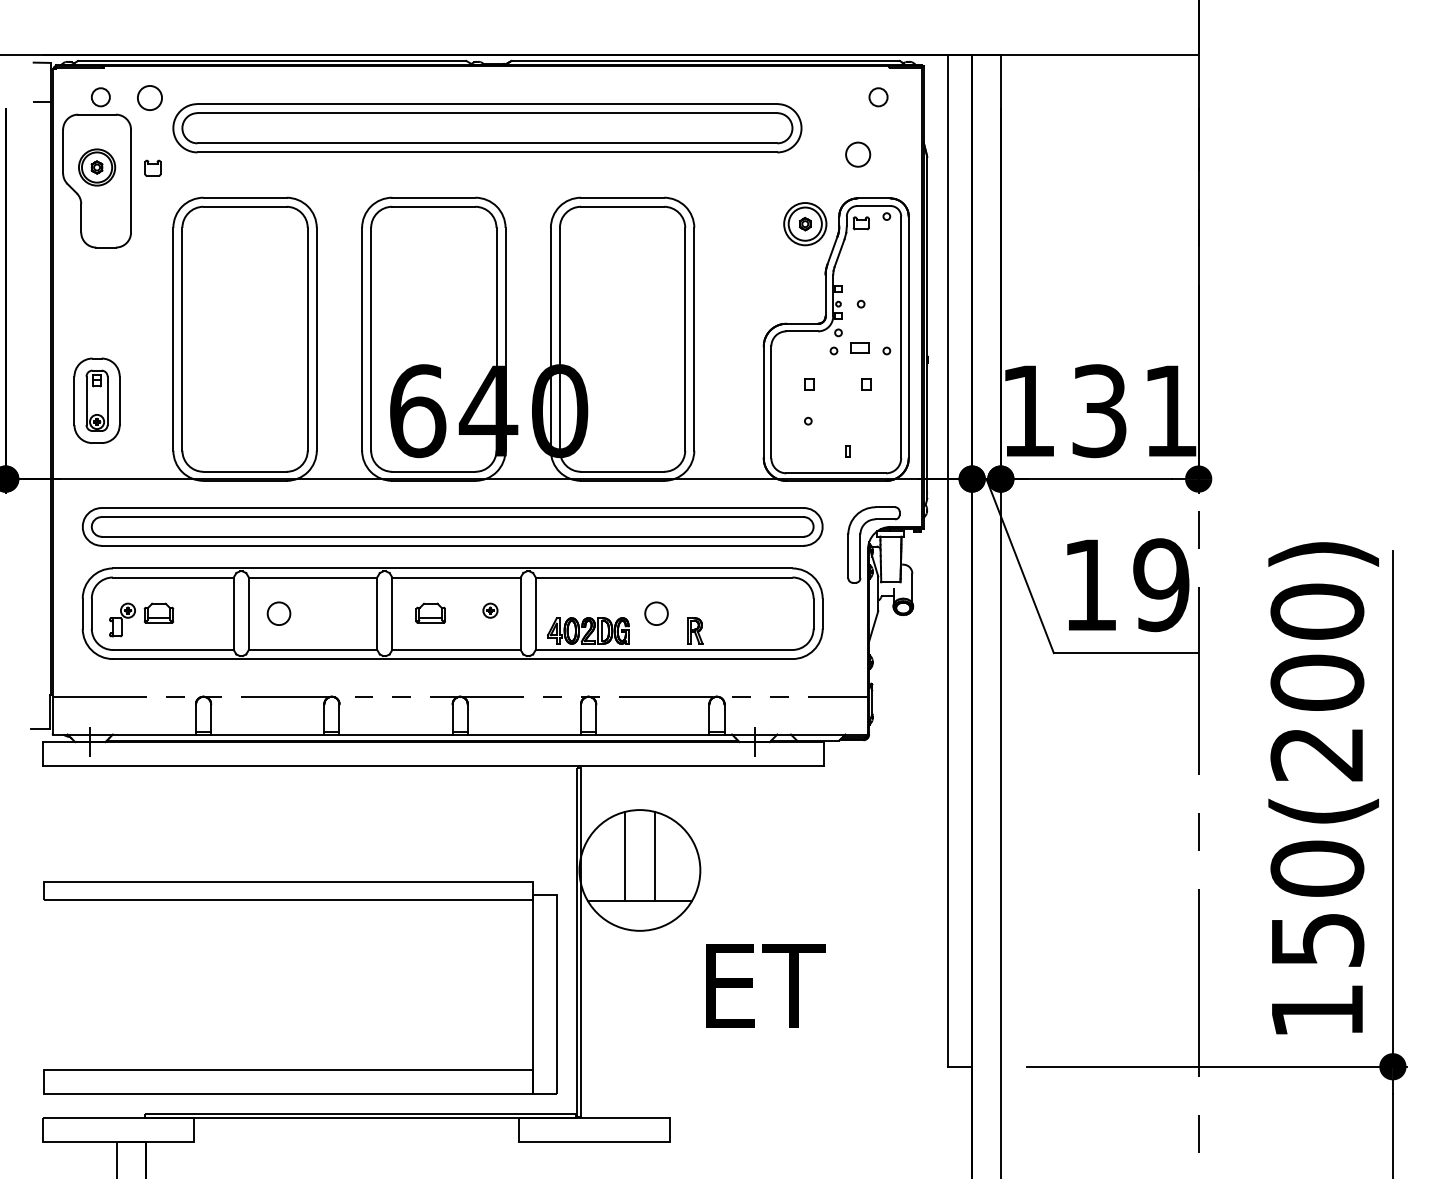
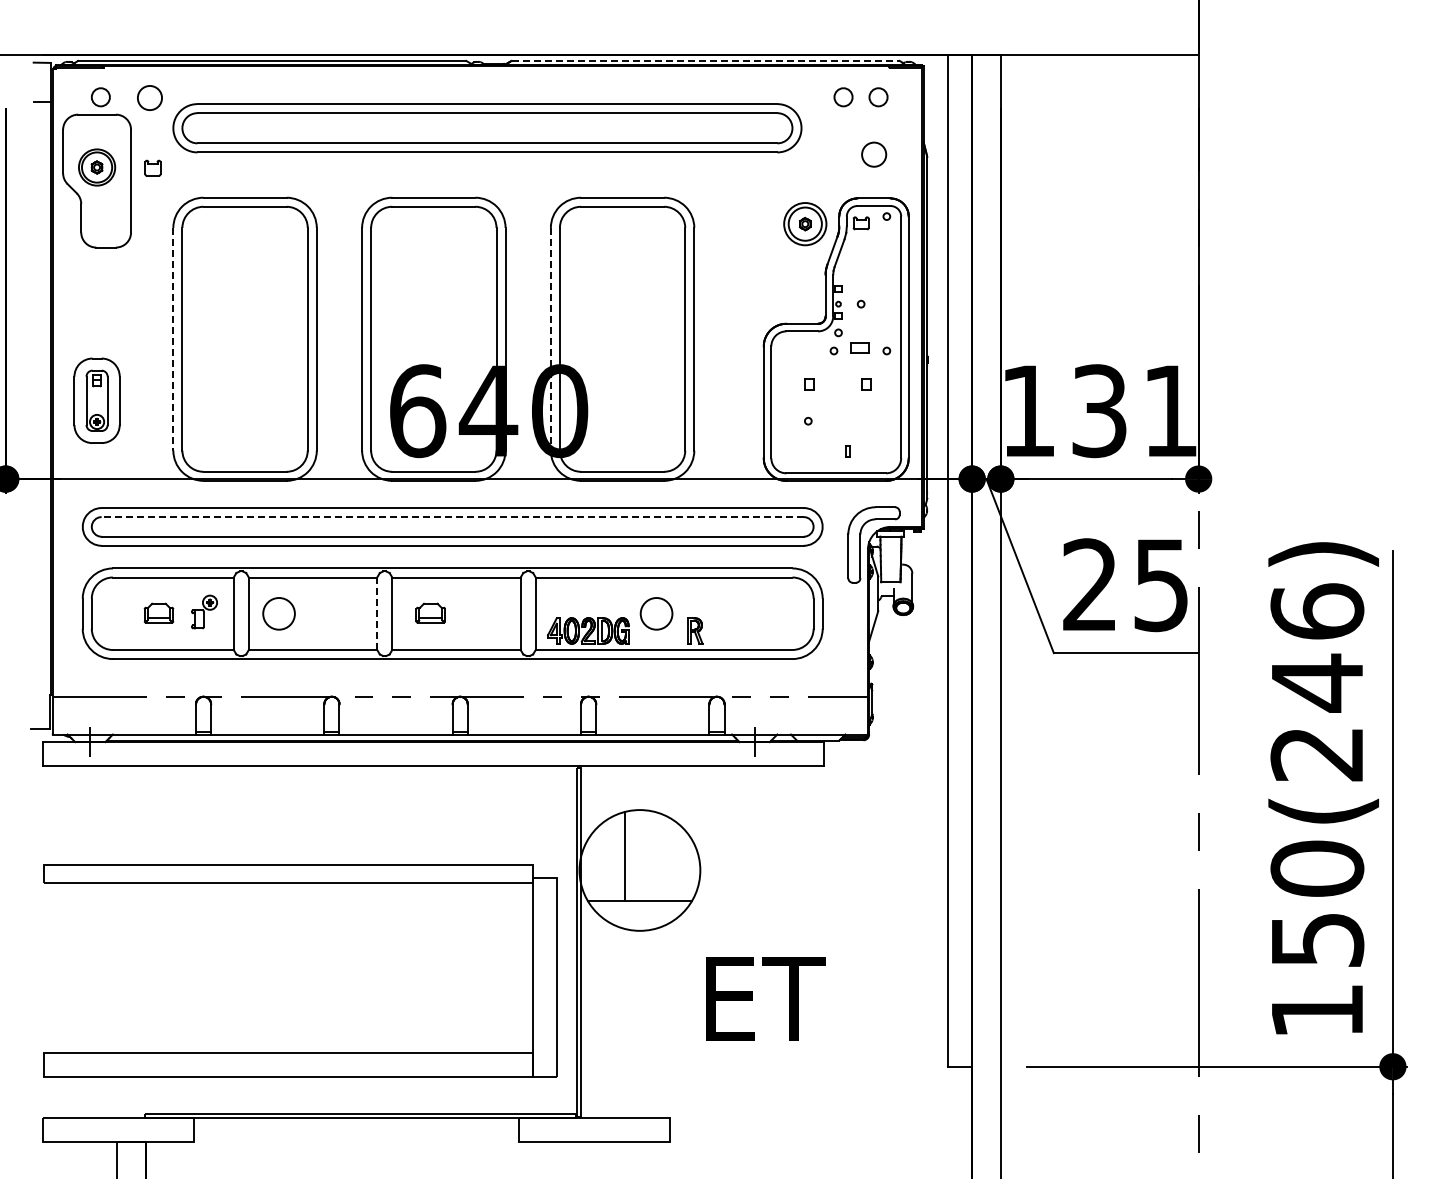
line at (706, 60): solid -> dashed
circle at (843, 97): none -> present
circle at (858, 154) position: (858, 154) -> (874, 154)
line at (173, 339): solid -> dashed
line at (550, 339): solid -> dashed
line at (452, 517): solid -> dashed
text at (1126, 584): 19 -> 25
part at (490, 610): present -> none
circle at (278, 613) size: 26x25 px -> 34x34 px
line at (377, 613): solid -> dashed
circle at (656, 613) size: 25x25 px -> 35x34 px
part at (122, 619) position: (122, 619) -> (204, 611)
text at (1317, 647): 150(200) -> 150(246)
line at (655, 855): present -> none
text at (765, 985) position: (765, 985) -> (765, 998)
part at (300, 1069) position: (300, 1069) -> (300, 1052)
